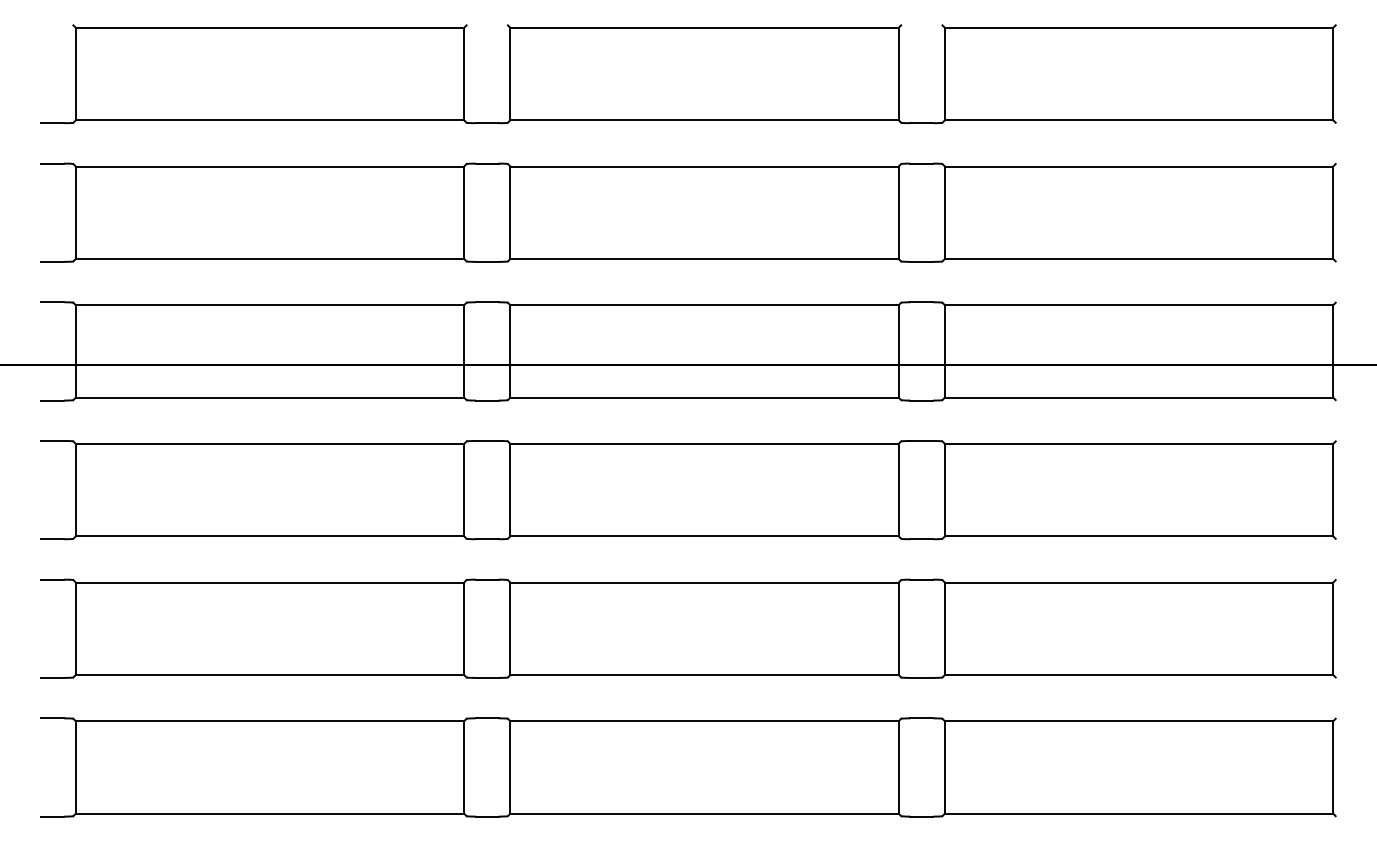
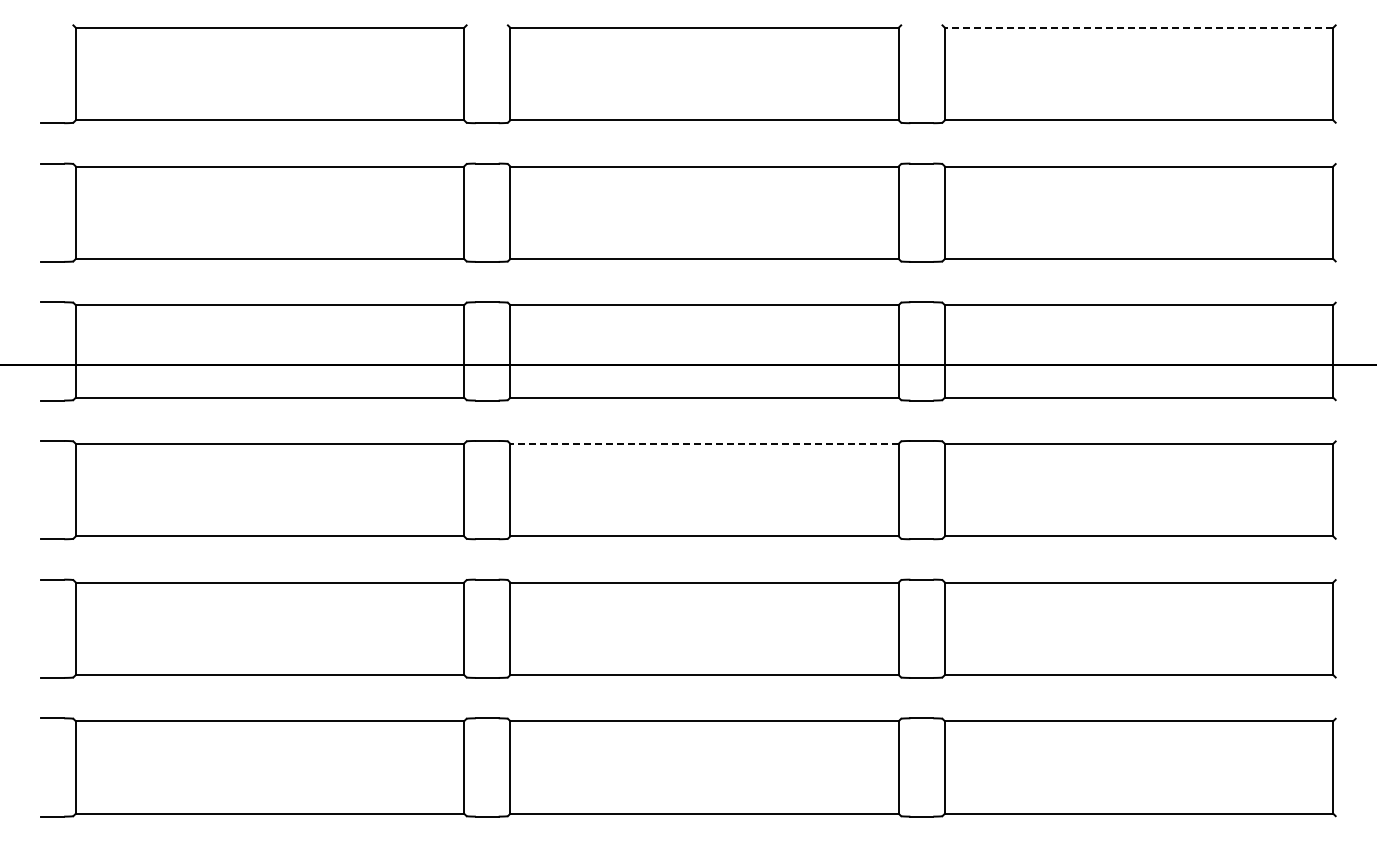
line at (1138, 27): solid -> dashed
line at (704, 443): solid -> dashed
